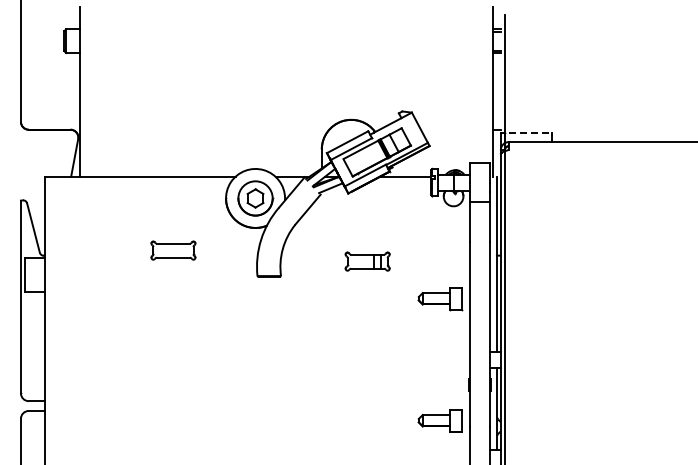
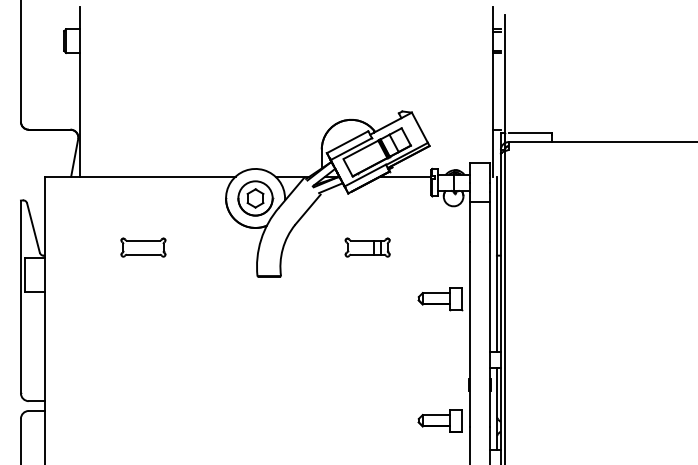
line at (530, 132): dashed -> solid
part at (173, 250) position: (173, 250) -> (143, 247)
part at (367, 261) position: (367, 261) -> (367, 247)
